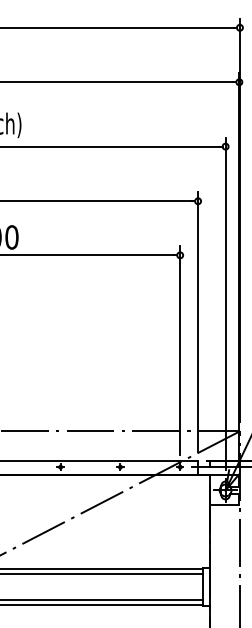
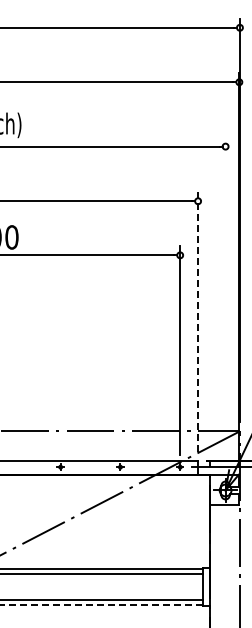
line at (225, 303): present -> none
line at (198, 322): solid -> dashed
line at (102, 604): solid -> dashed
